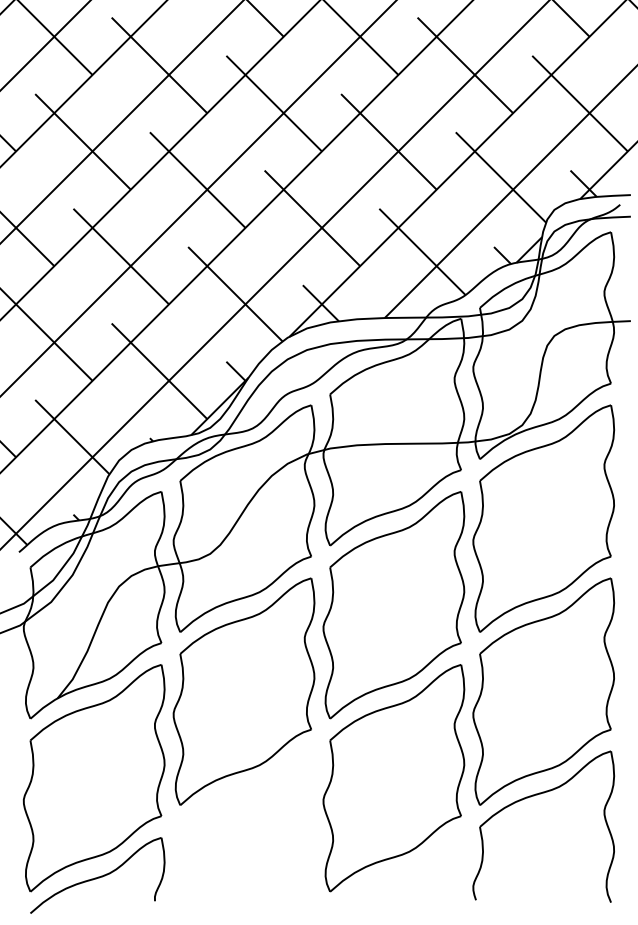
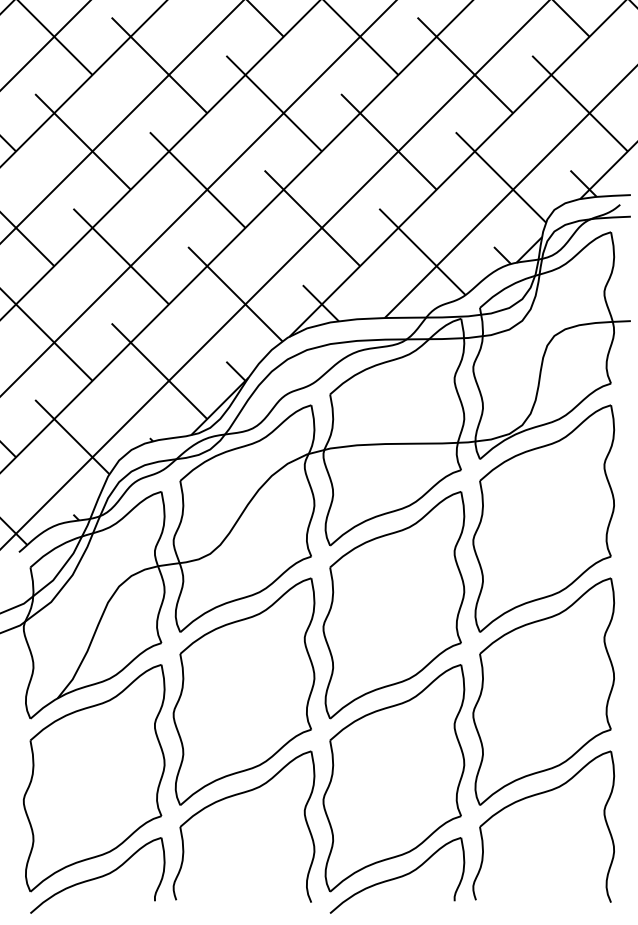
part at (234, 796): none -> present
part at (397, 875): none -> present
